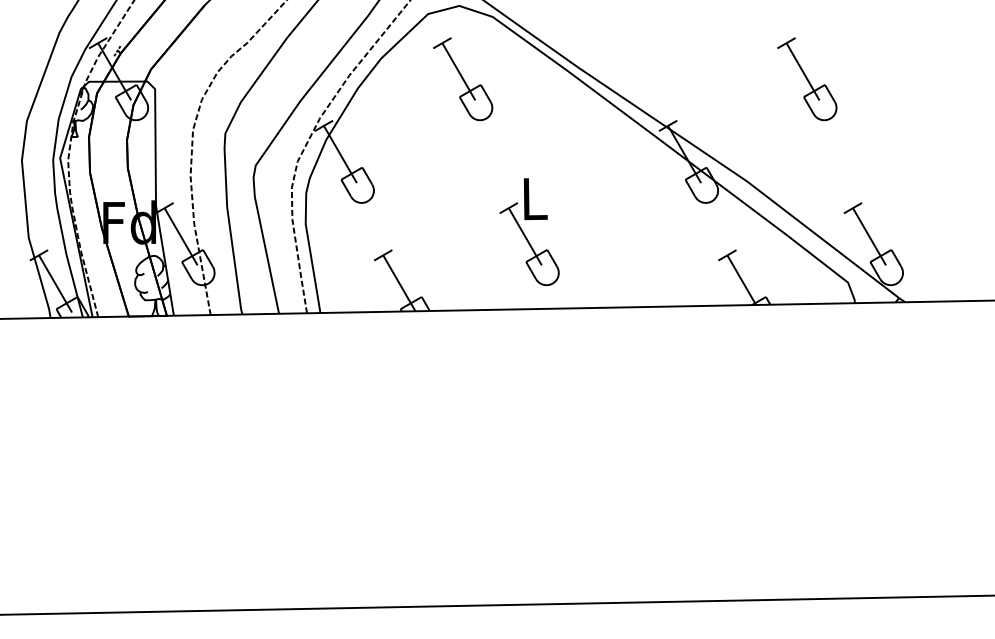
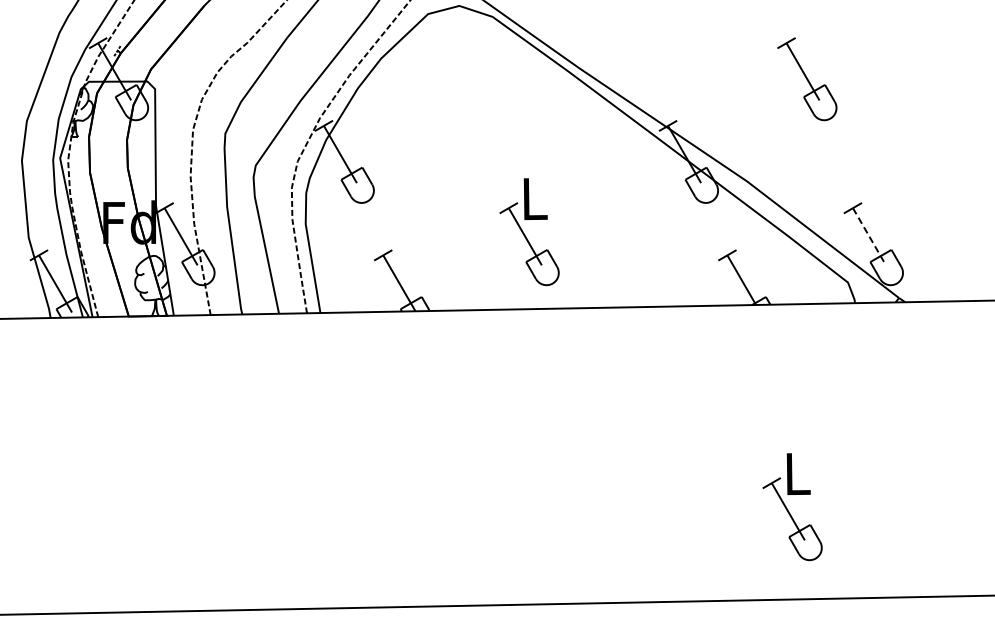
part at (463, 79): present -> none
line at (869, 237): solid -> dashed
part at (792, 507): none -> present
